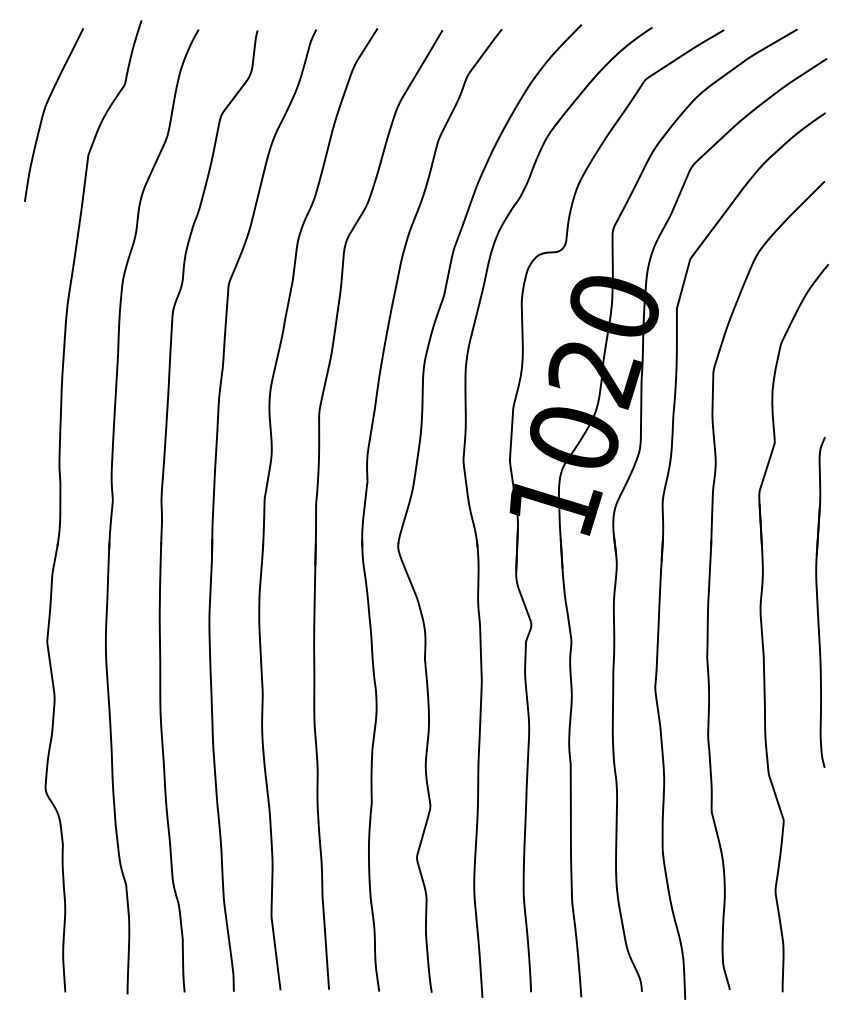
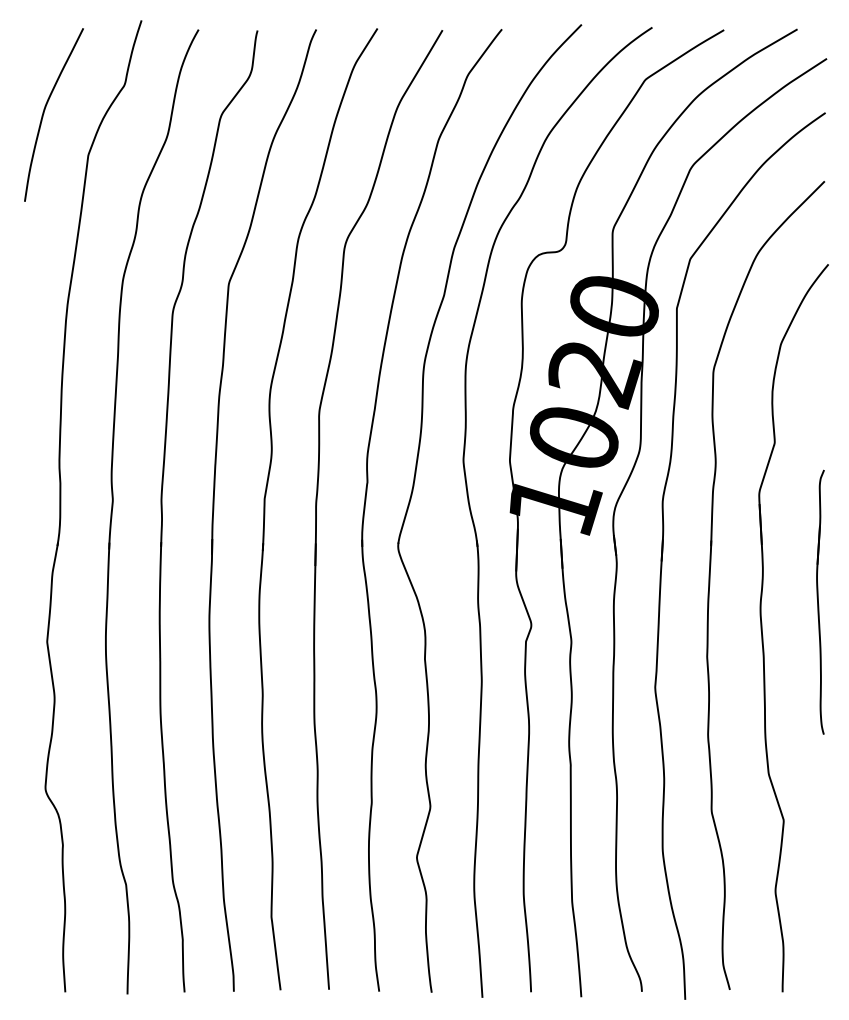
part at (820, 601) size: 11x332 px -> 9x266 px
